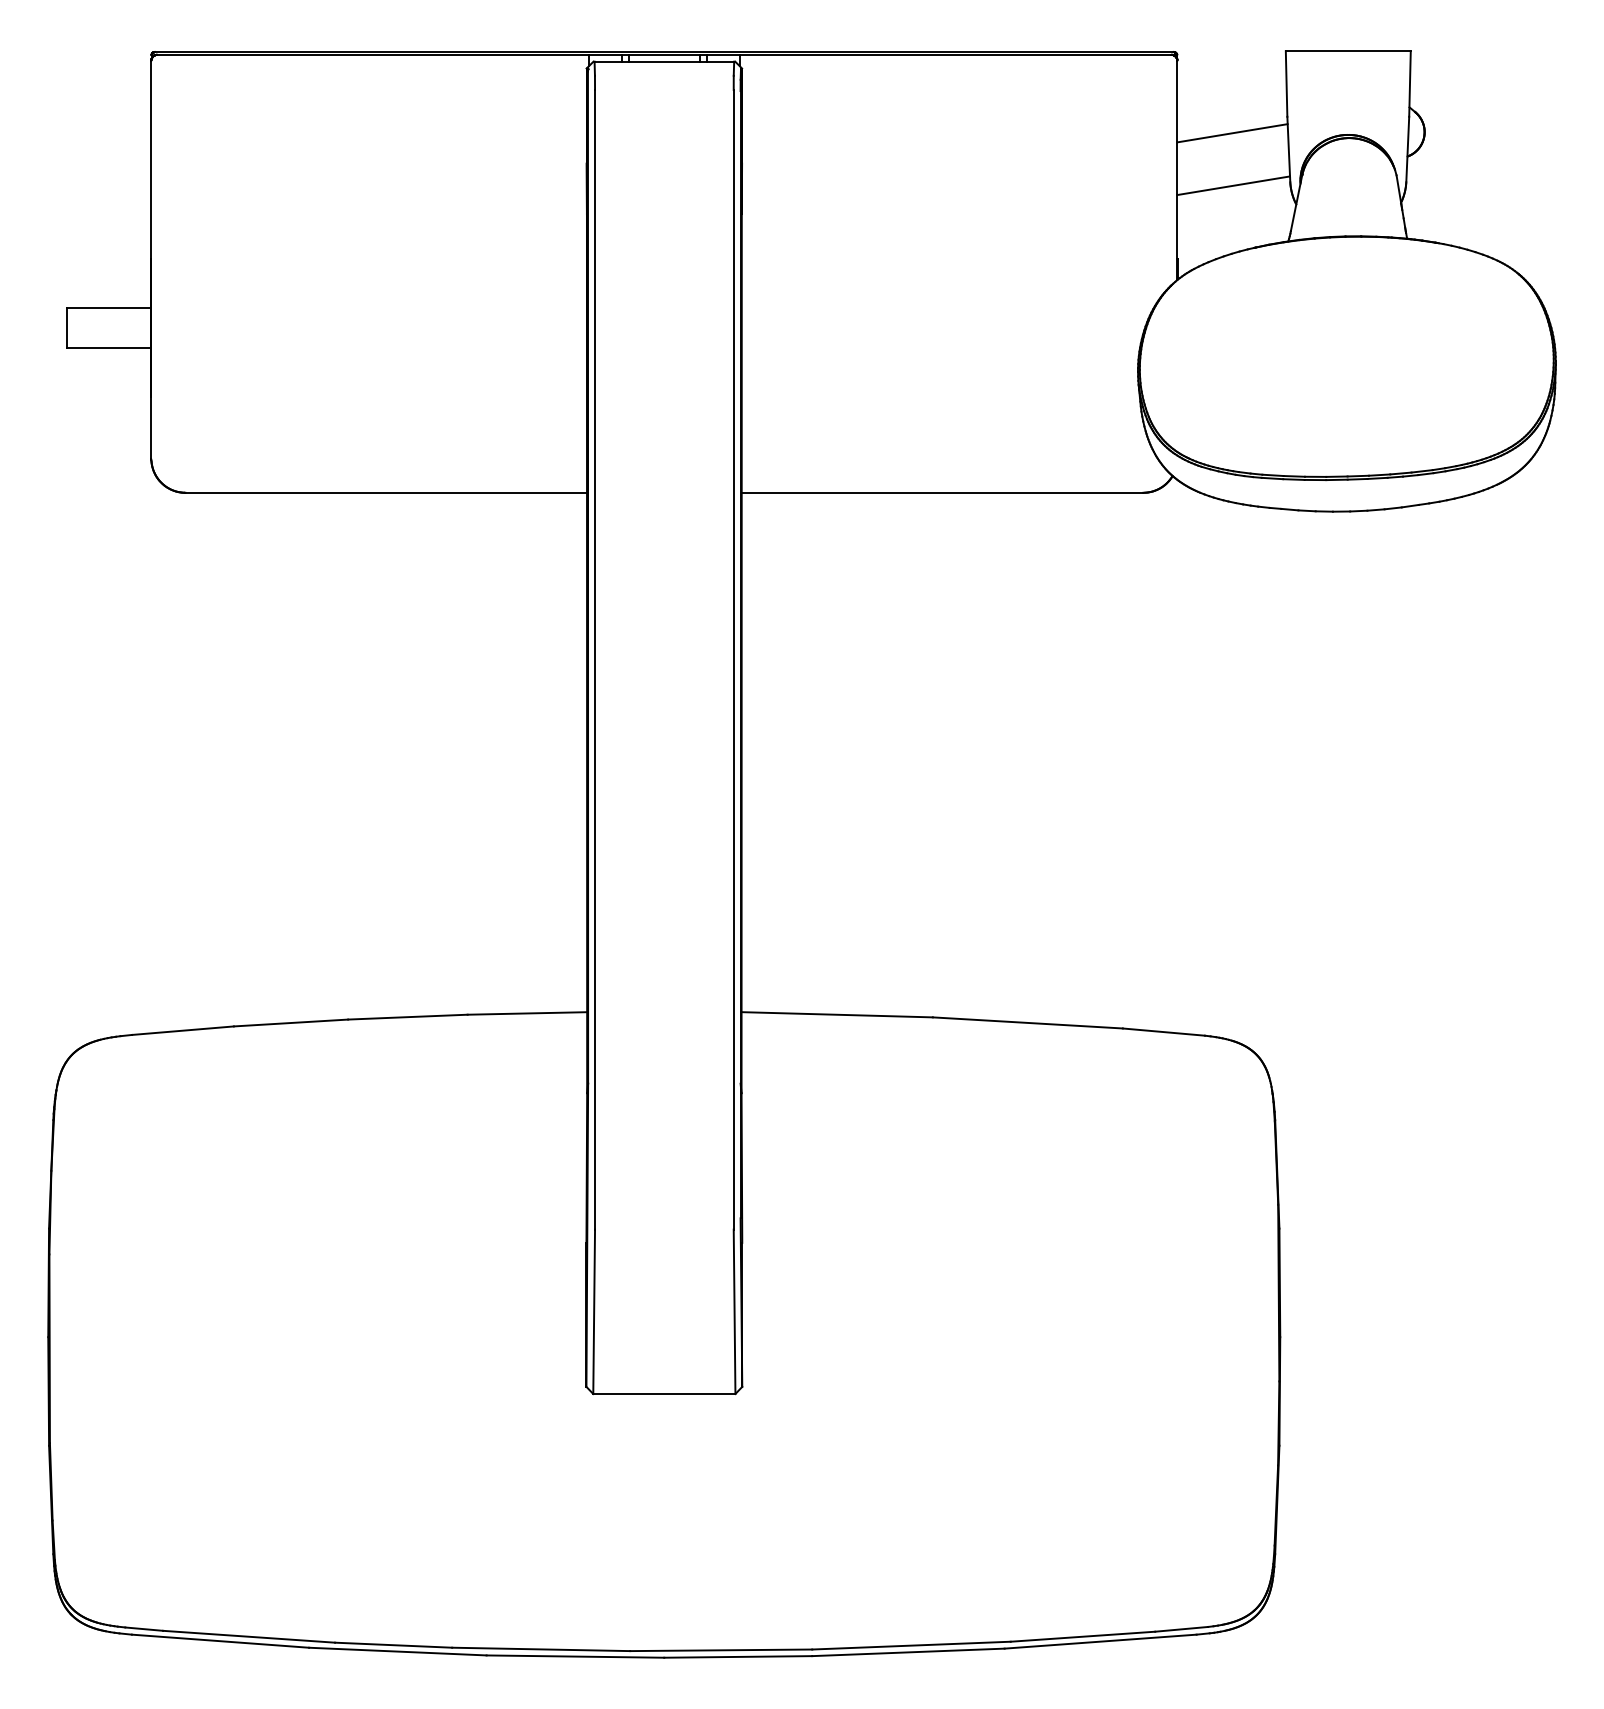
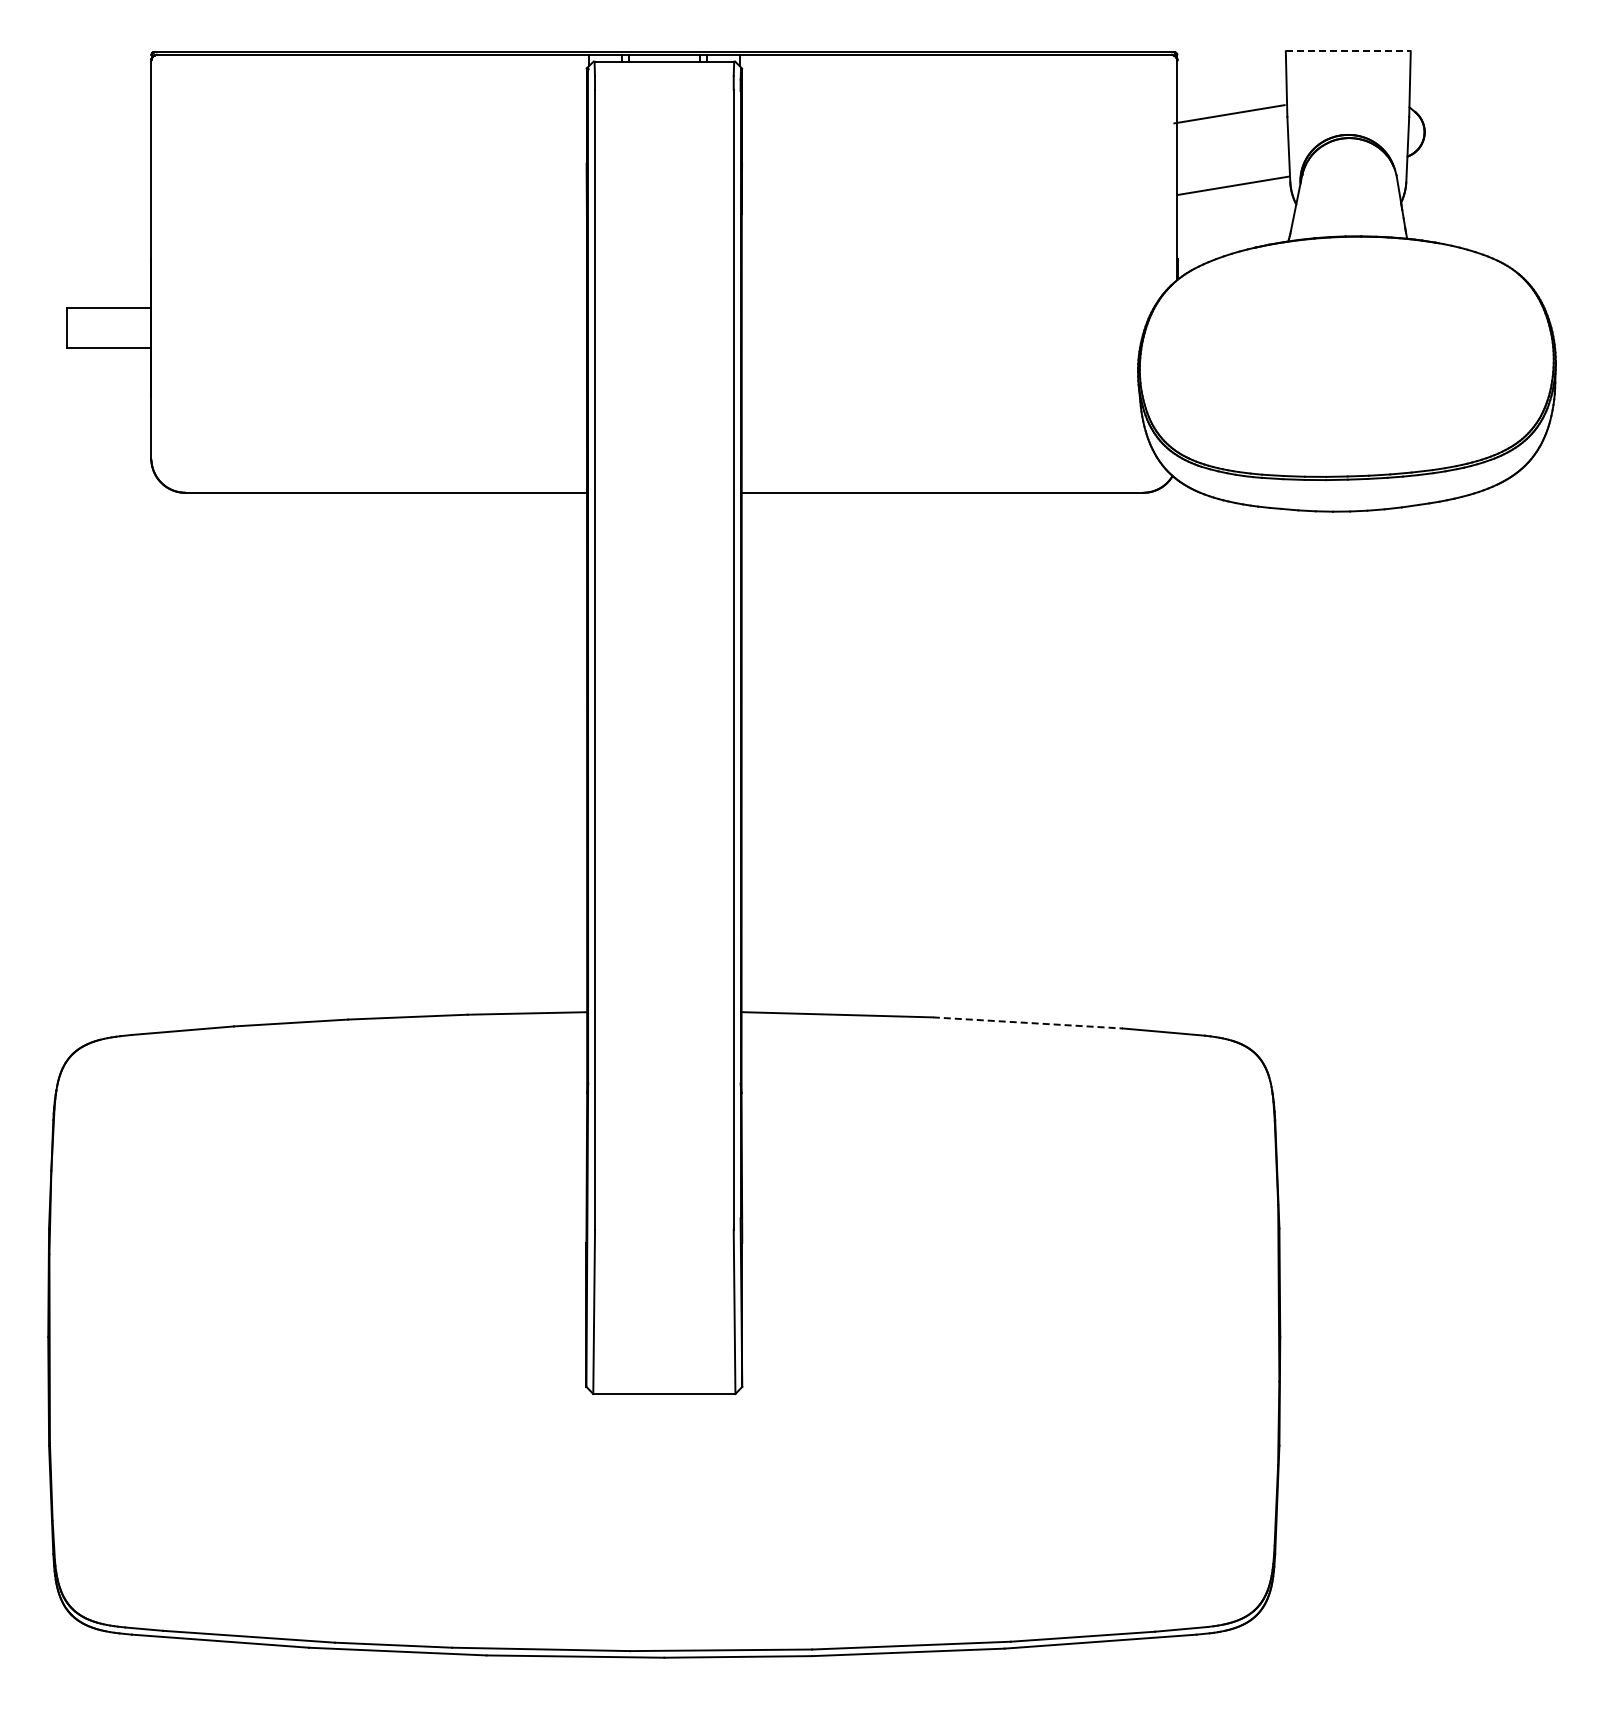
line at (1348, 51): solid -> dashed
line at (1232, 133) position: (1232, 133) -> (1229, 114)
line at (1028, 1022): solid -> dashed
